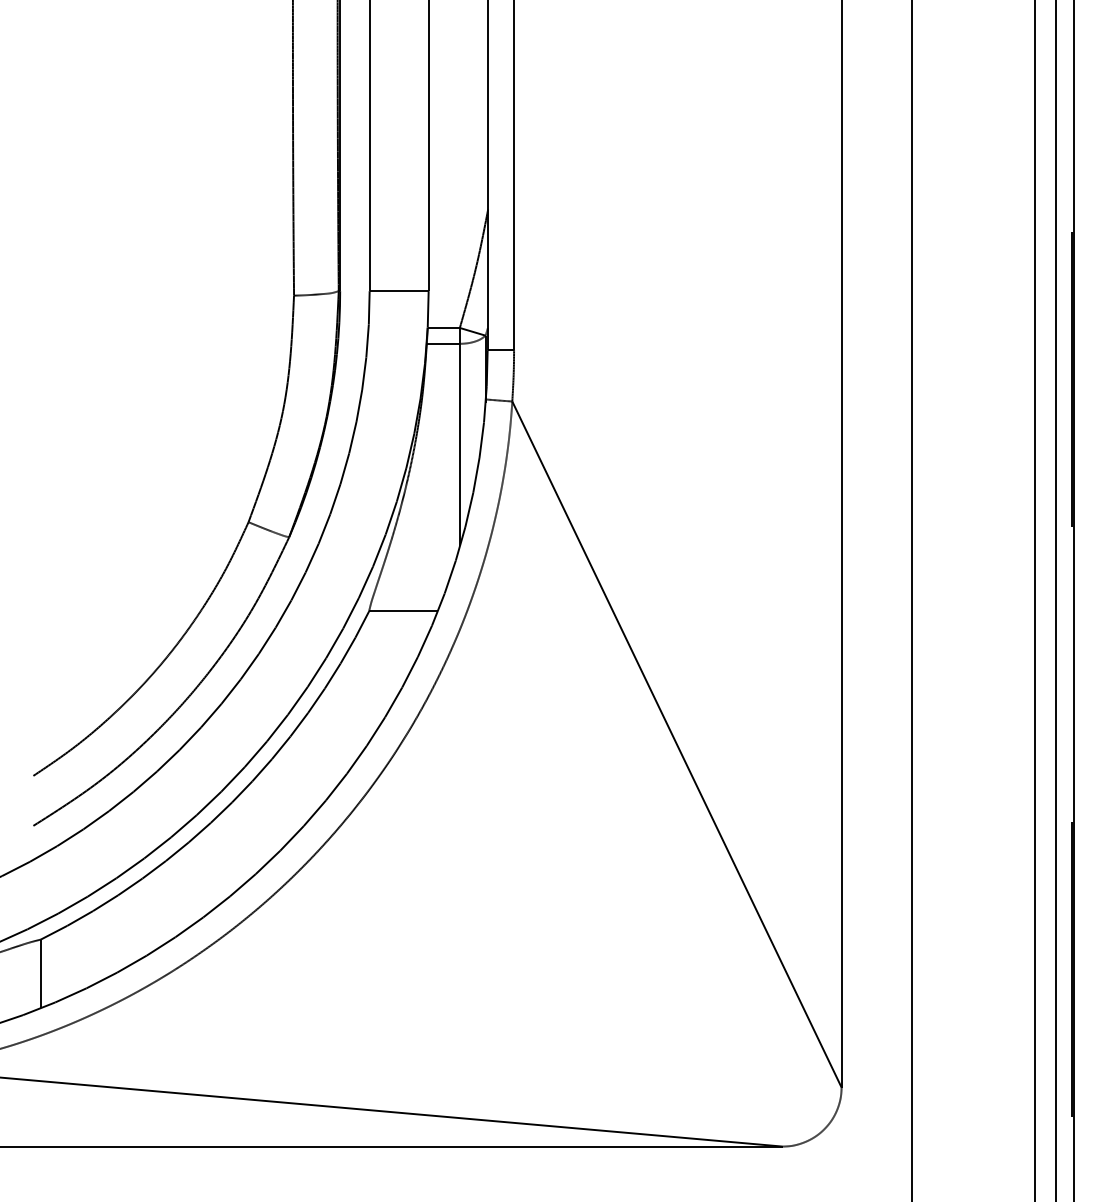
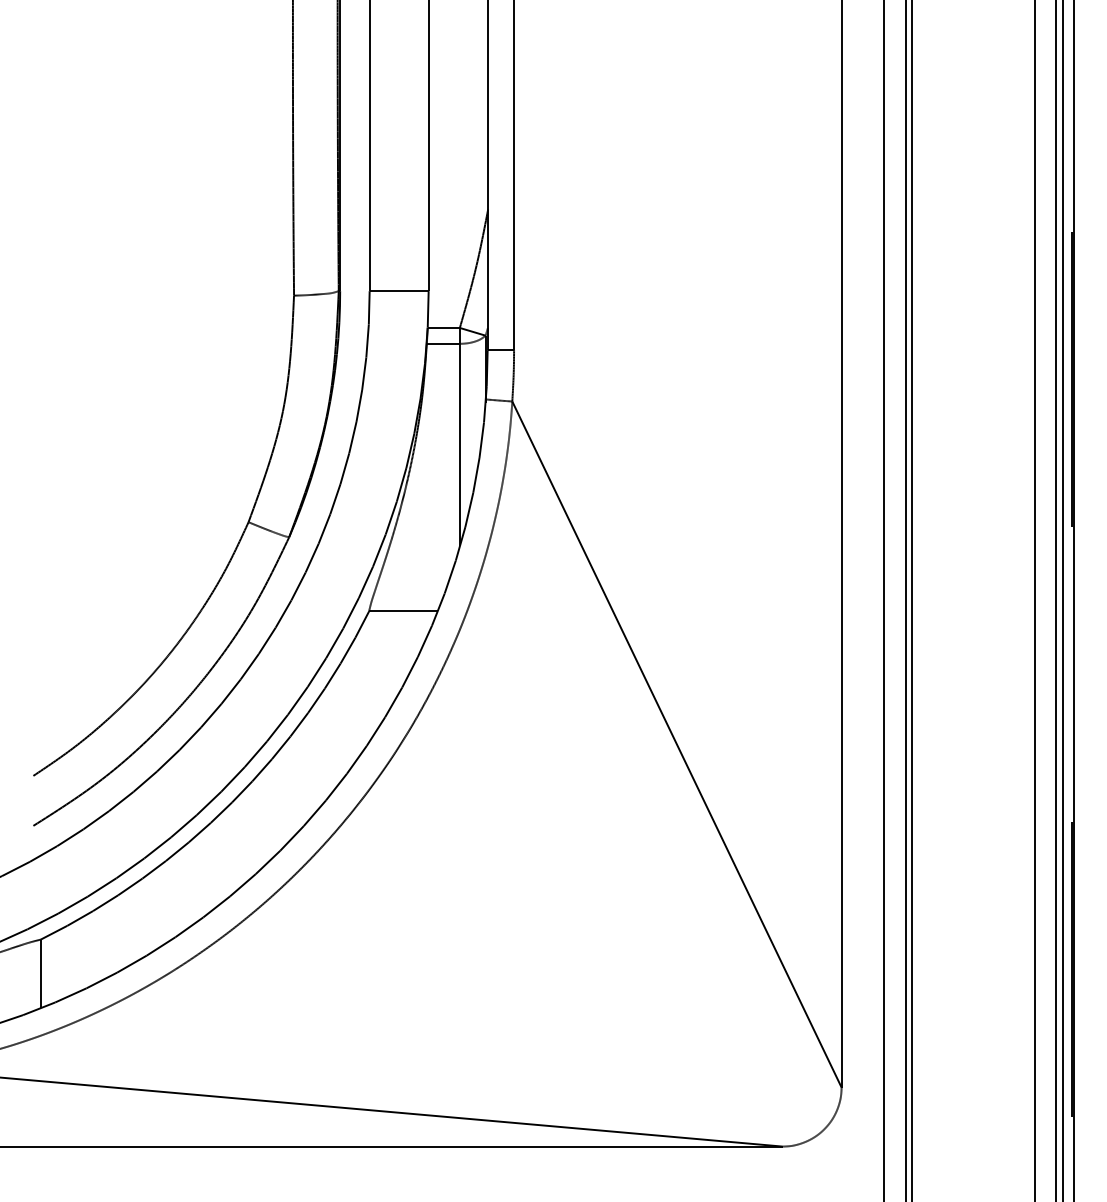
line at (884, 600): none -> present
line at (906, 600): none -> present
line at (1063, 600): none -> present
